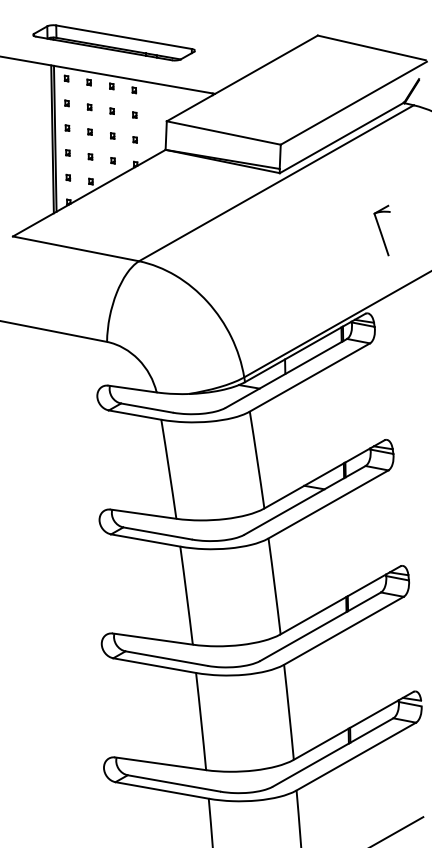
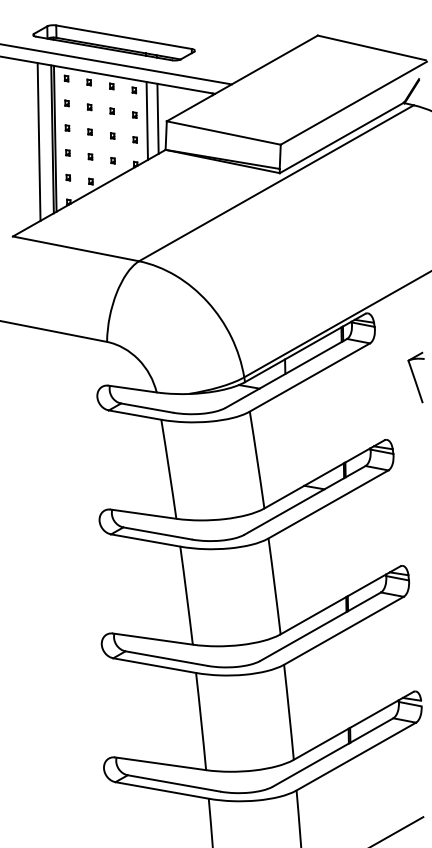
line at (116, 64): none -> present
line at (157, 118): none -> present
line at (146, 120): none -> present
line at (38, 141): none -> present
part at (381, 230) position: (381, 230) -> (415, 377)
